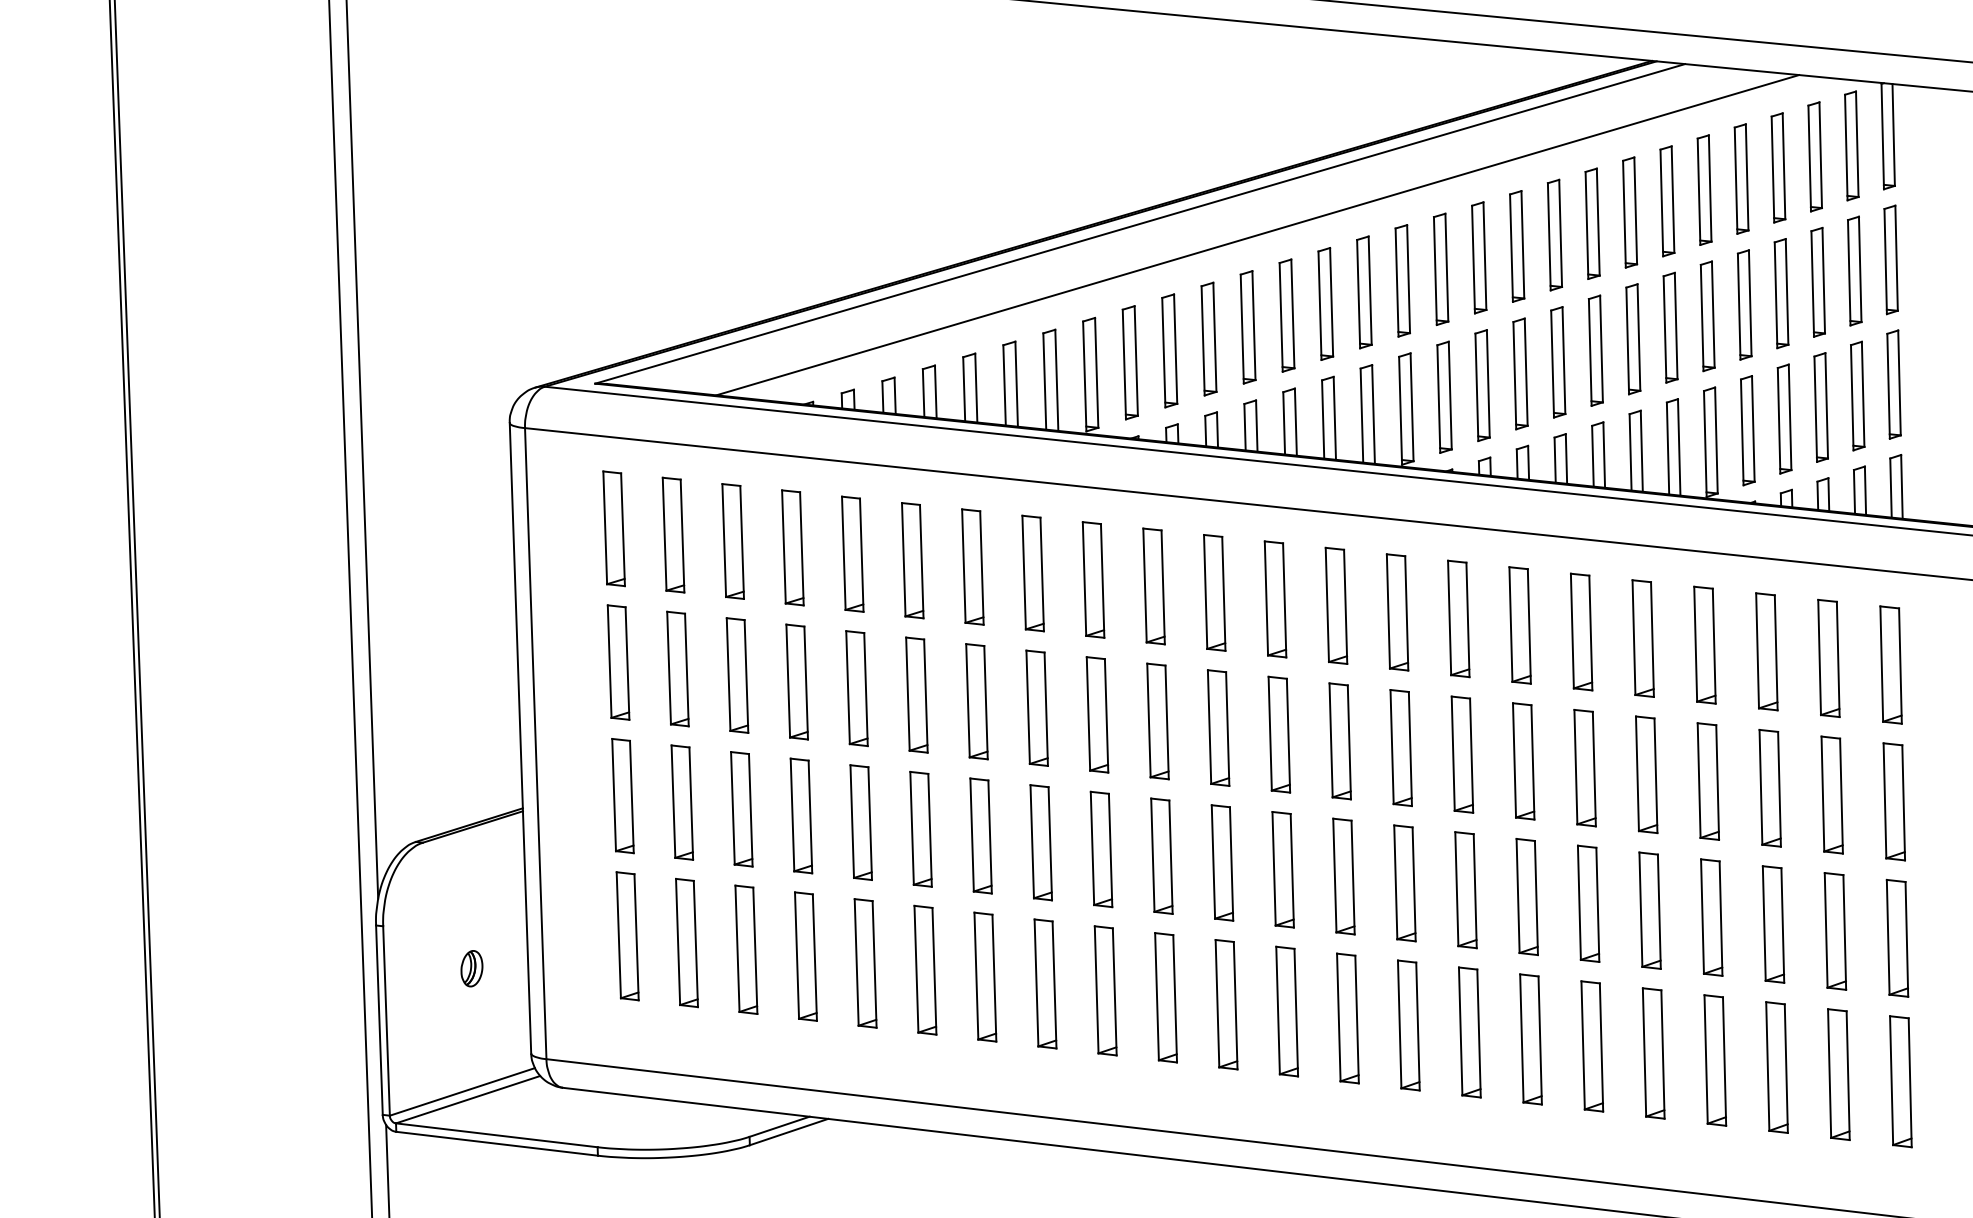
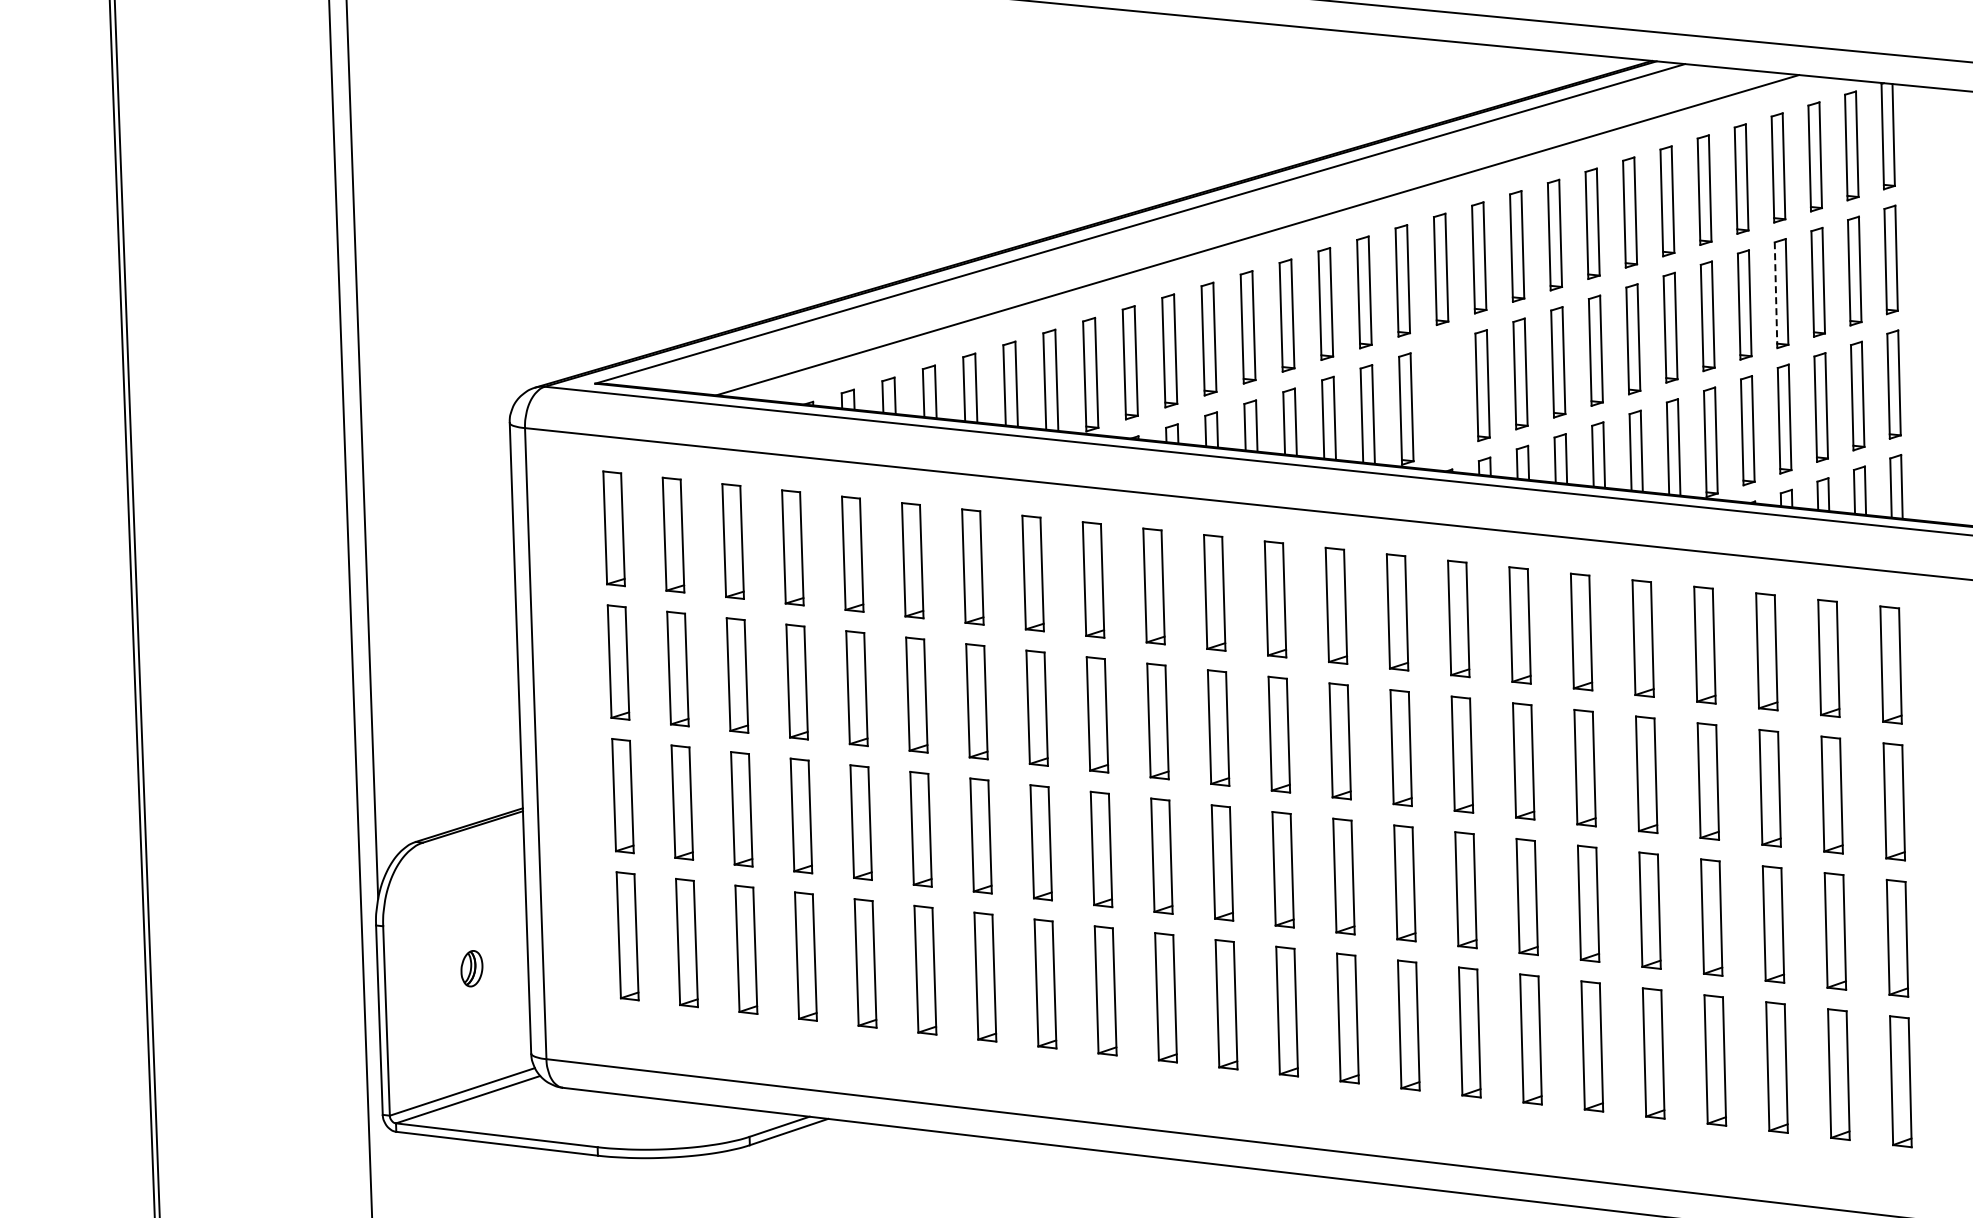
line at (1776, 295): solid -> dashed
part at (1444, 396): present -> none
line at (387, 1169): present -> none
